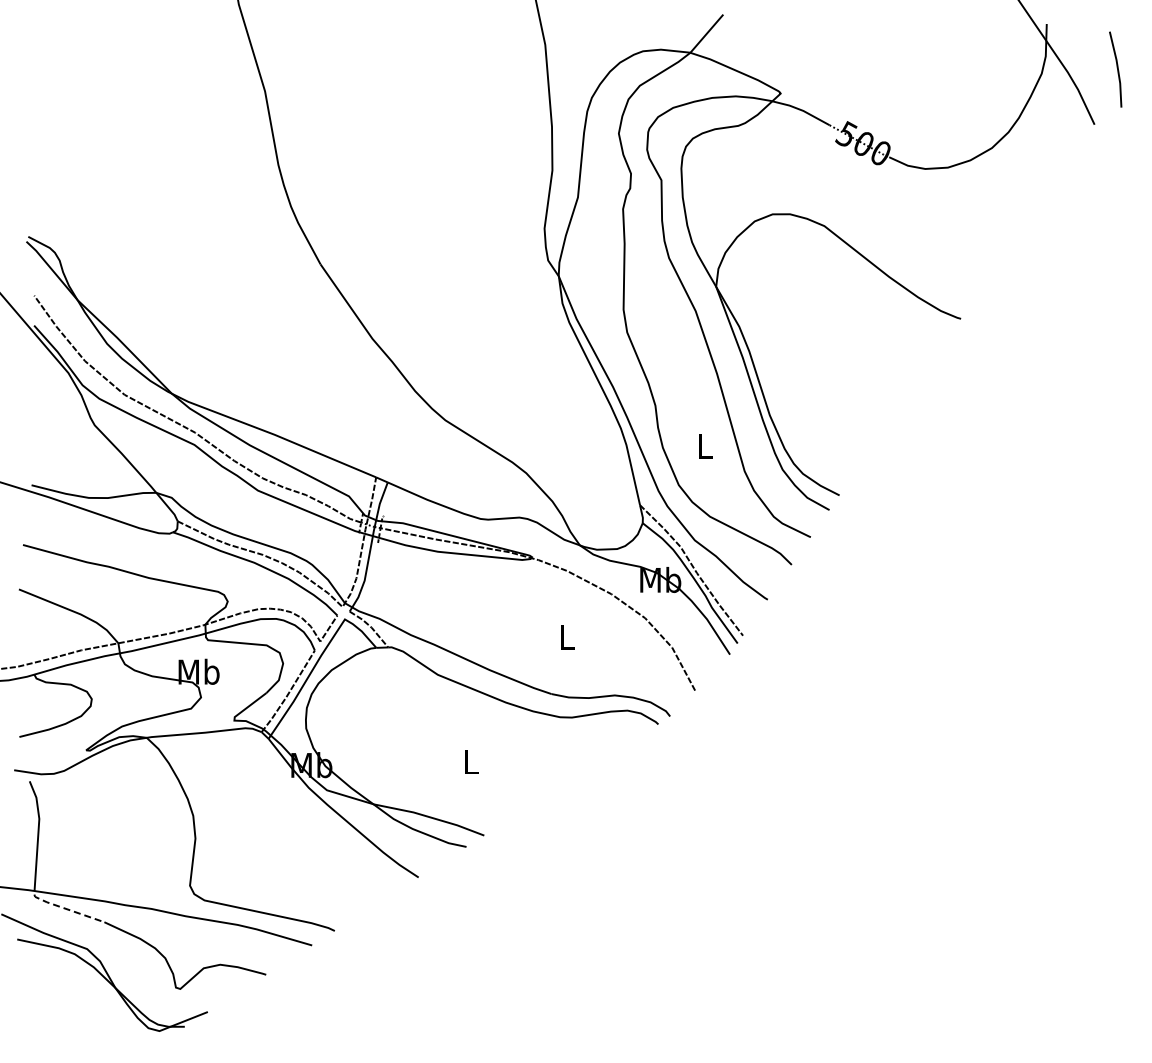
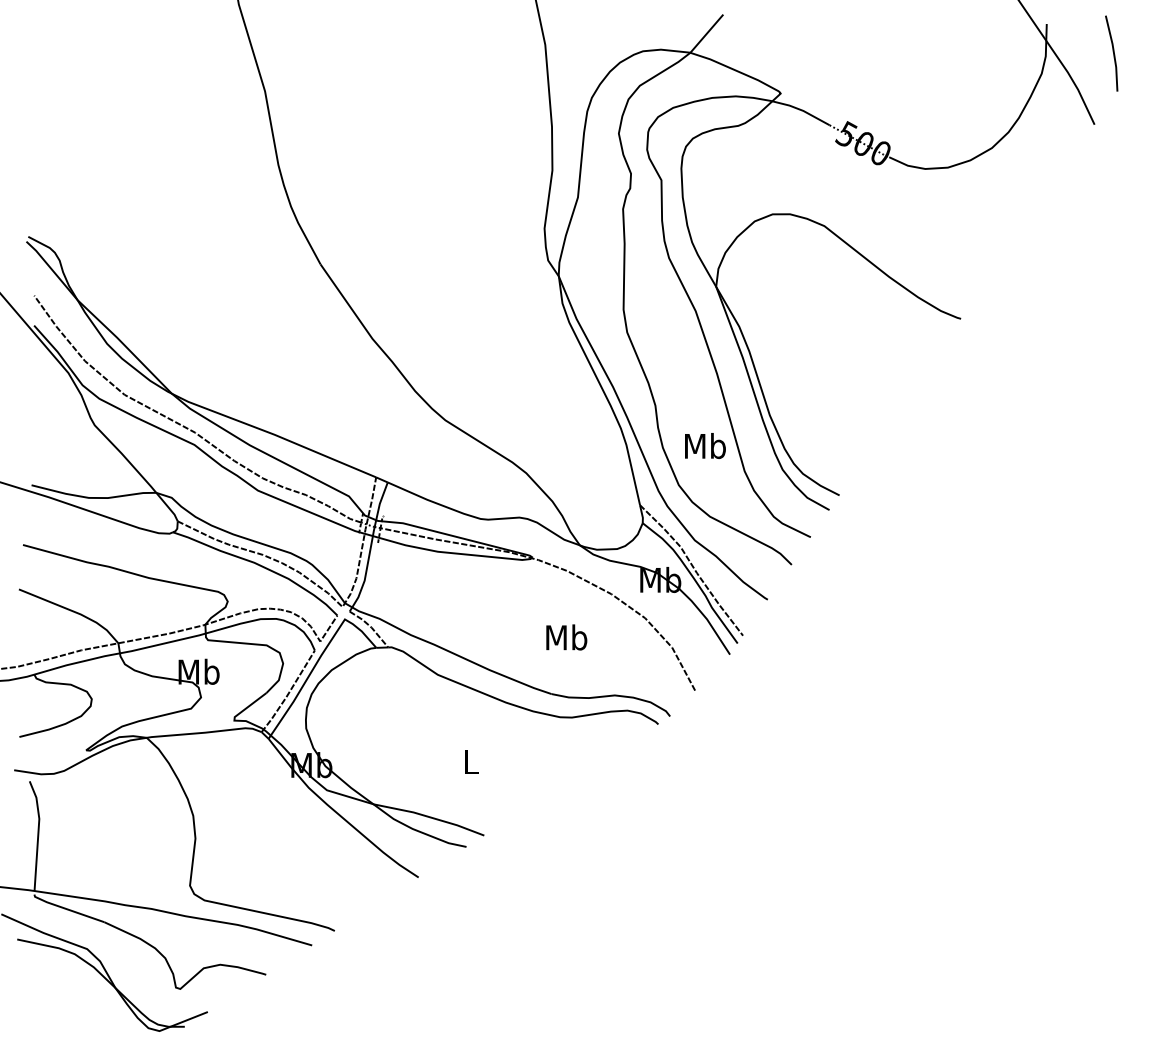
line at (1117, 69) position: (1117, 69) -> (1113, 53)
text at (705, 446): L -> Mb
text at (566, 637): L -> Mb
line at (66, 909): dashed -> solid
